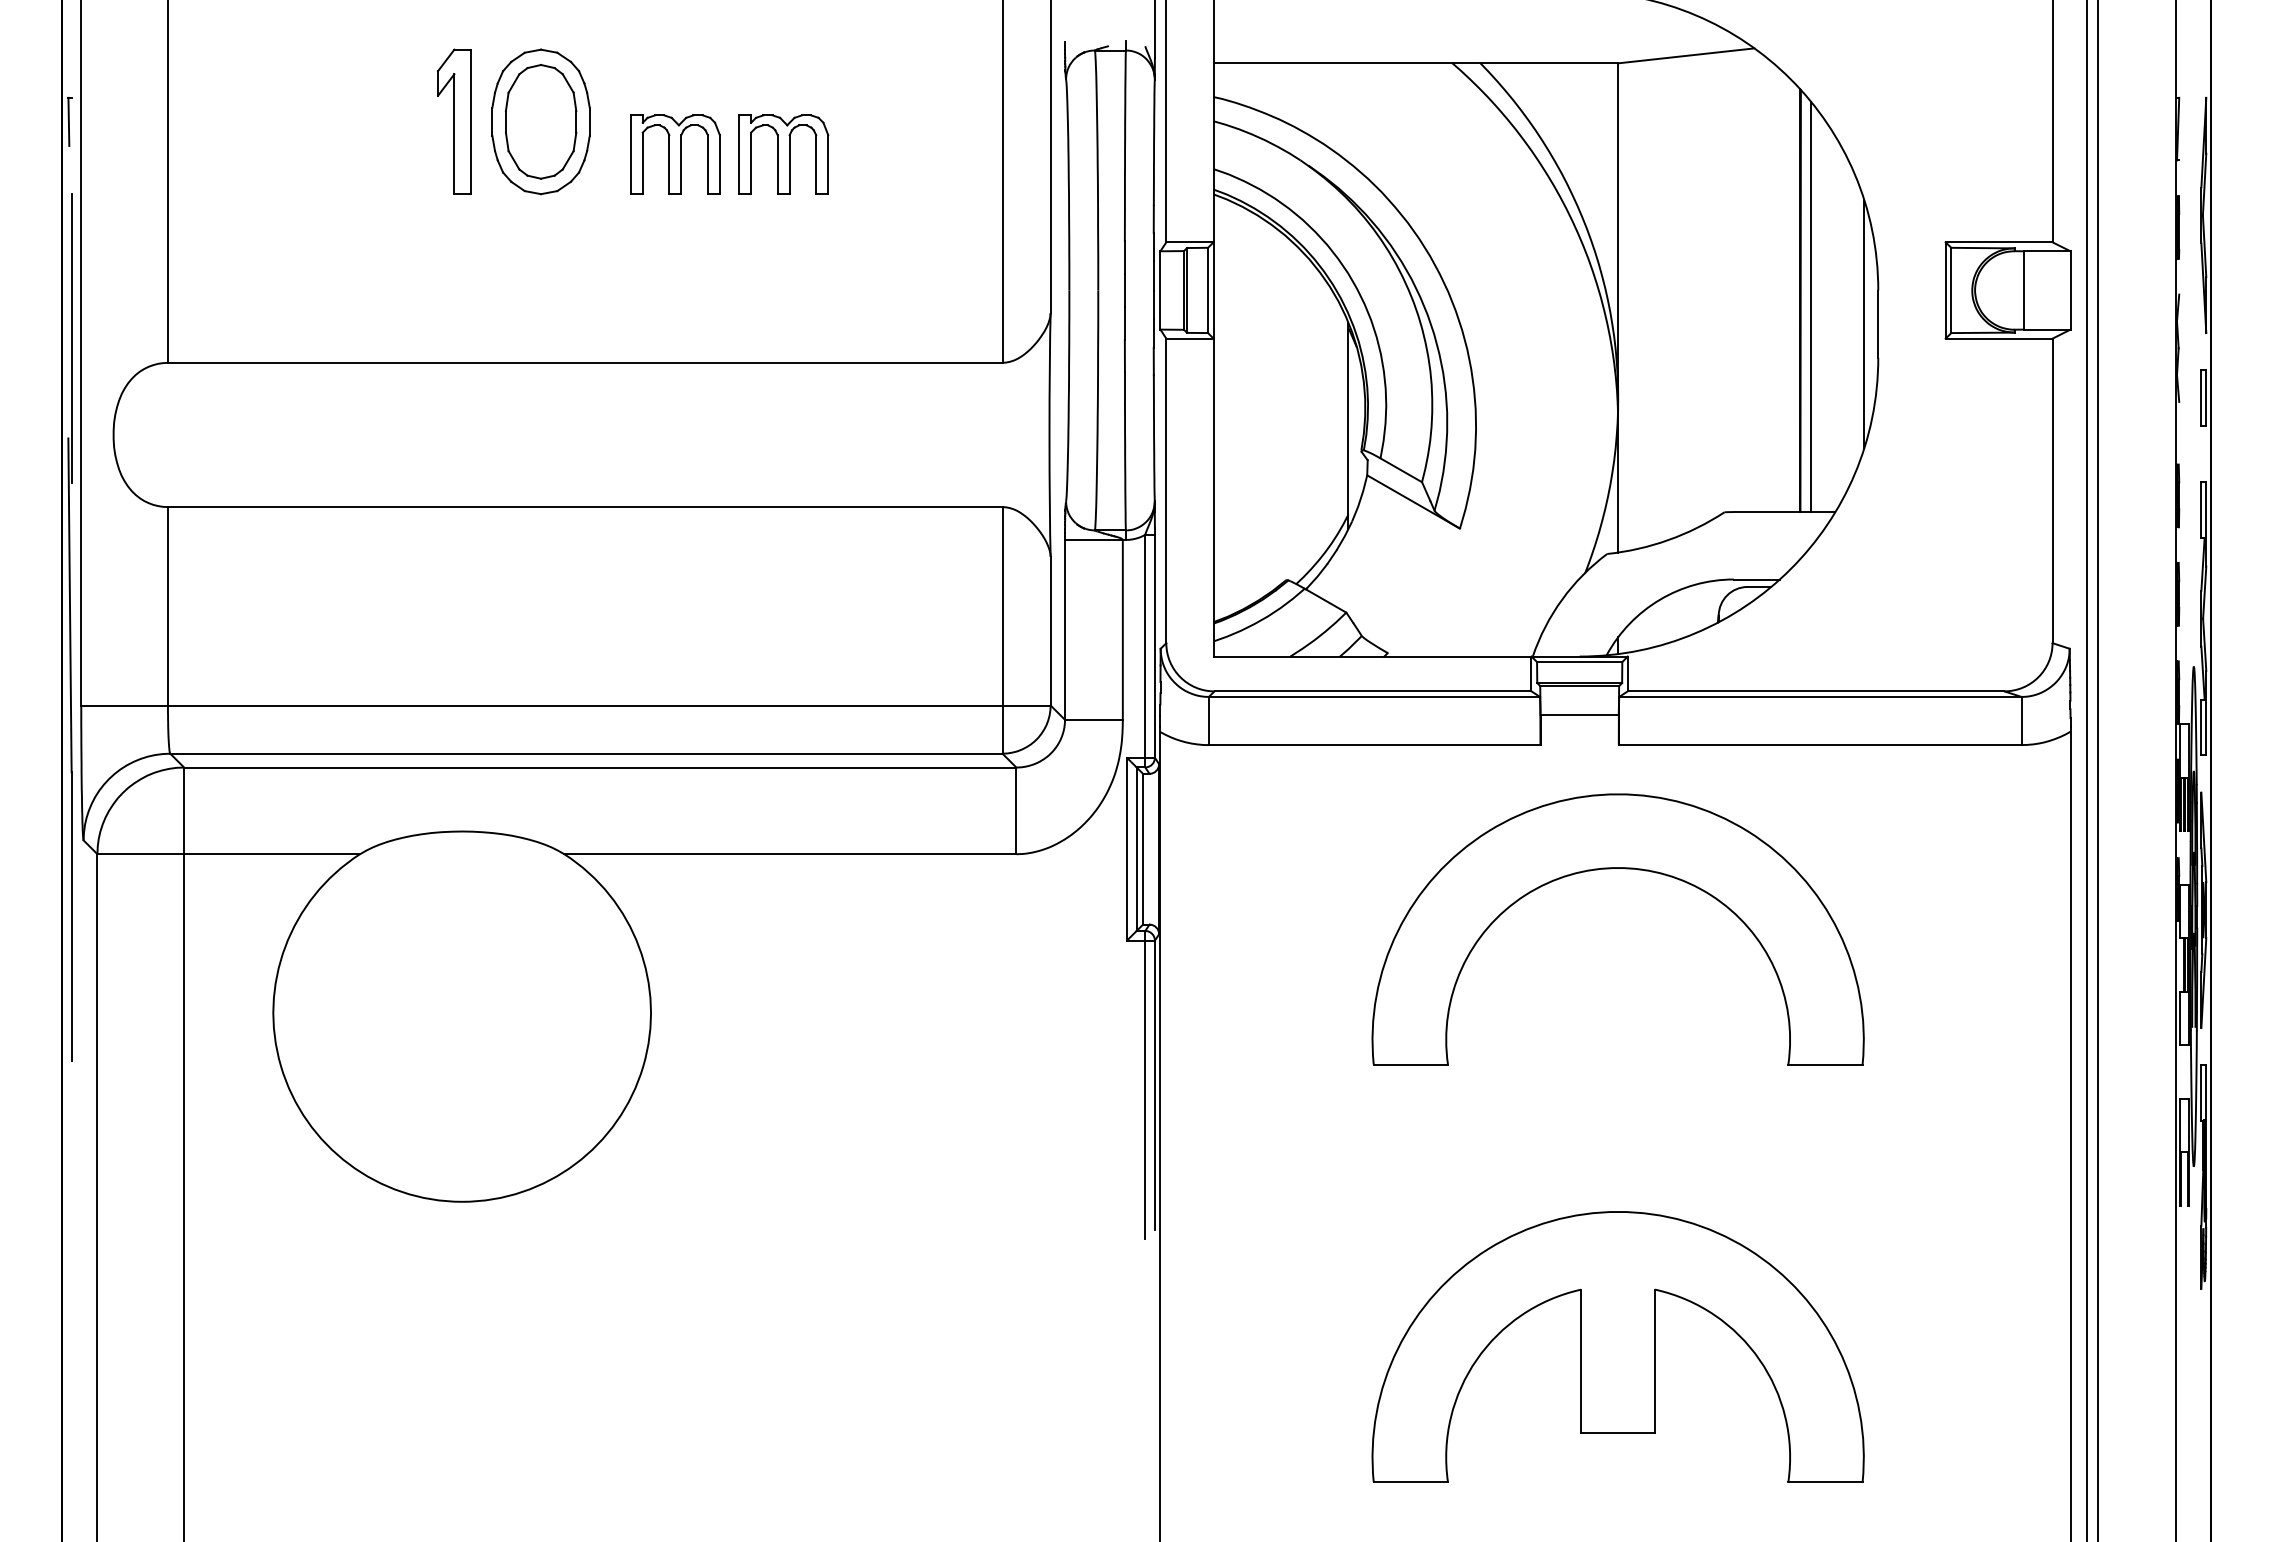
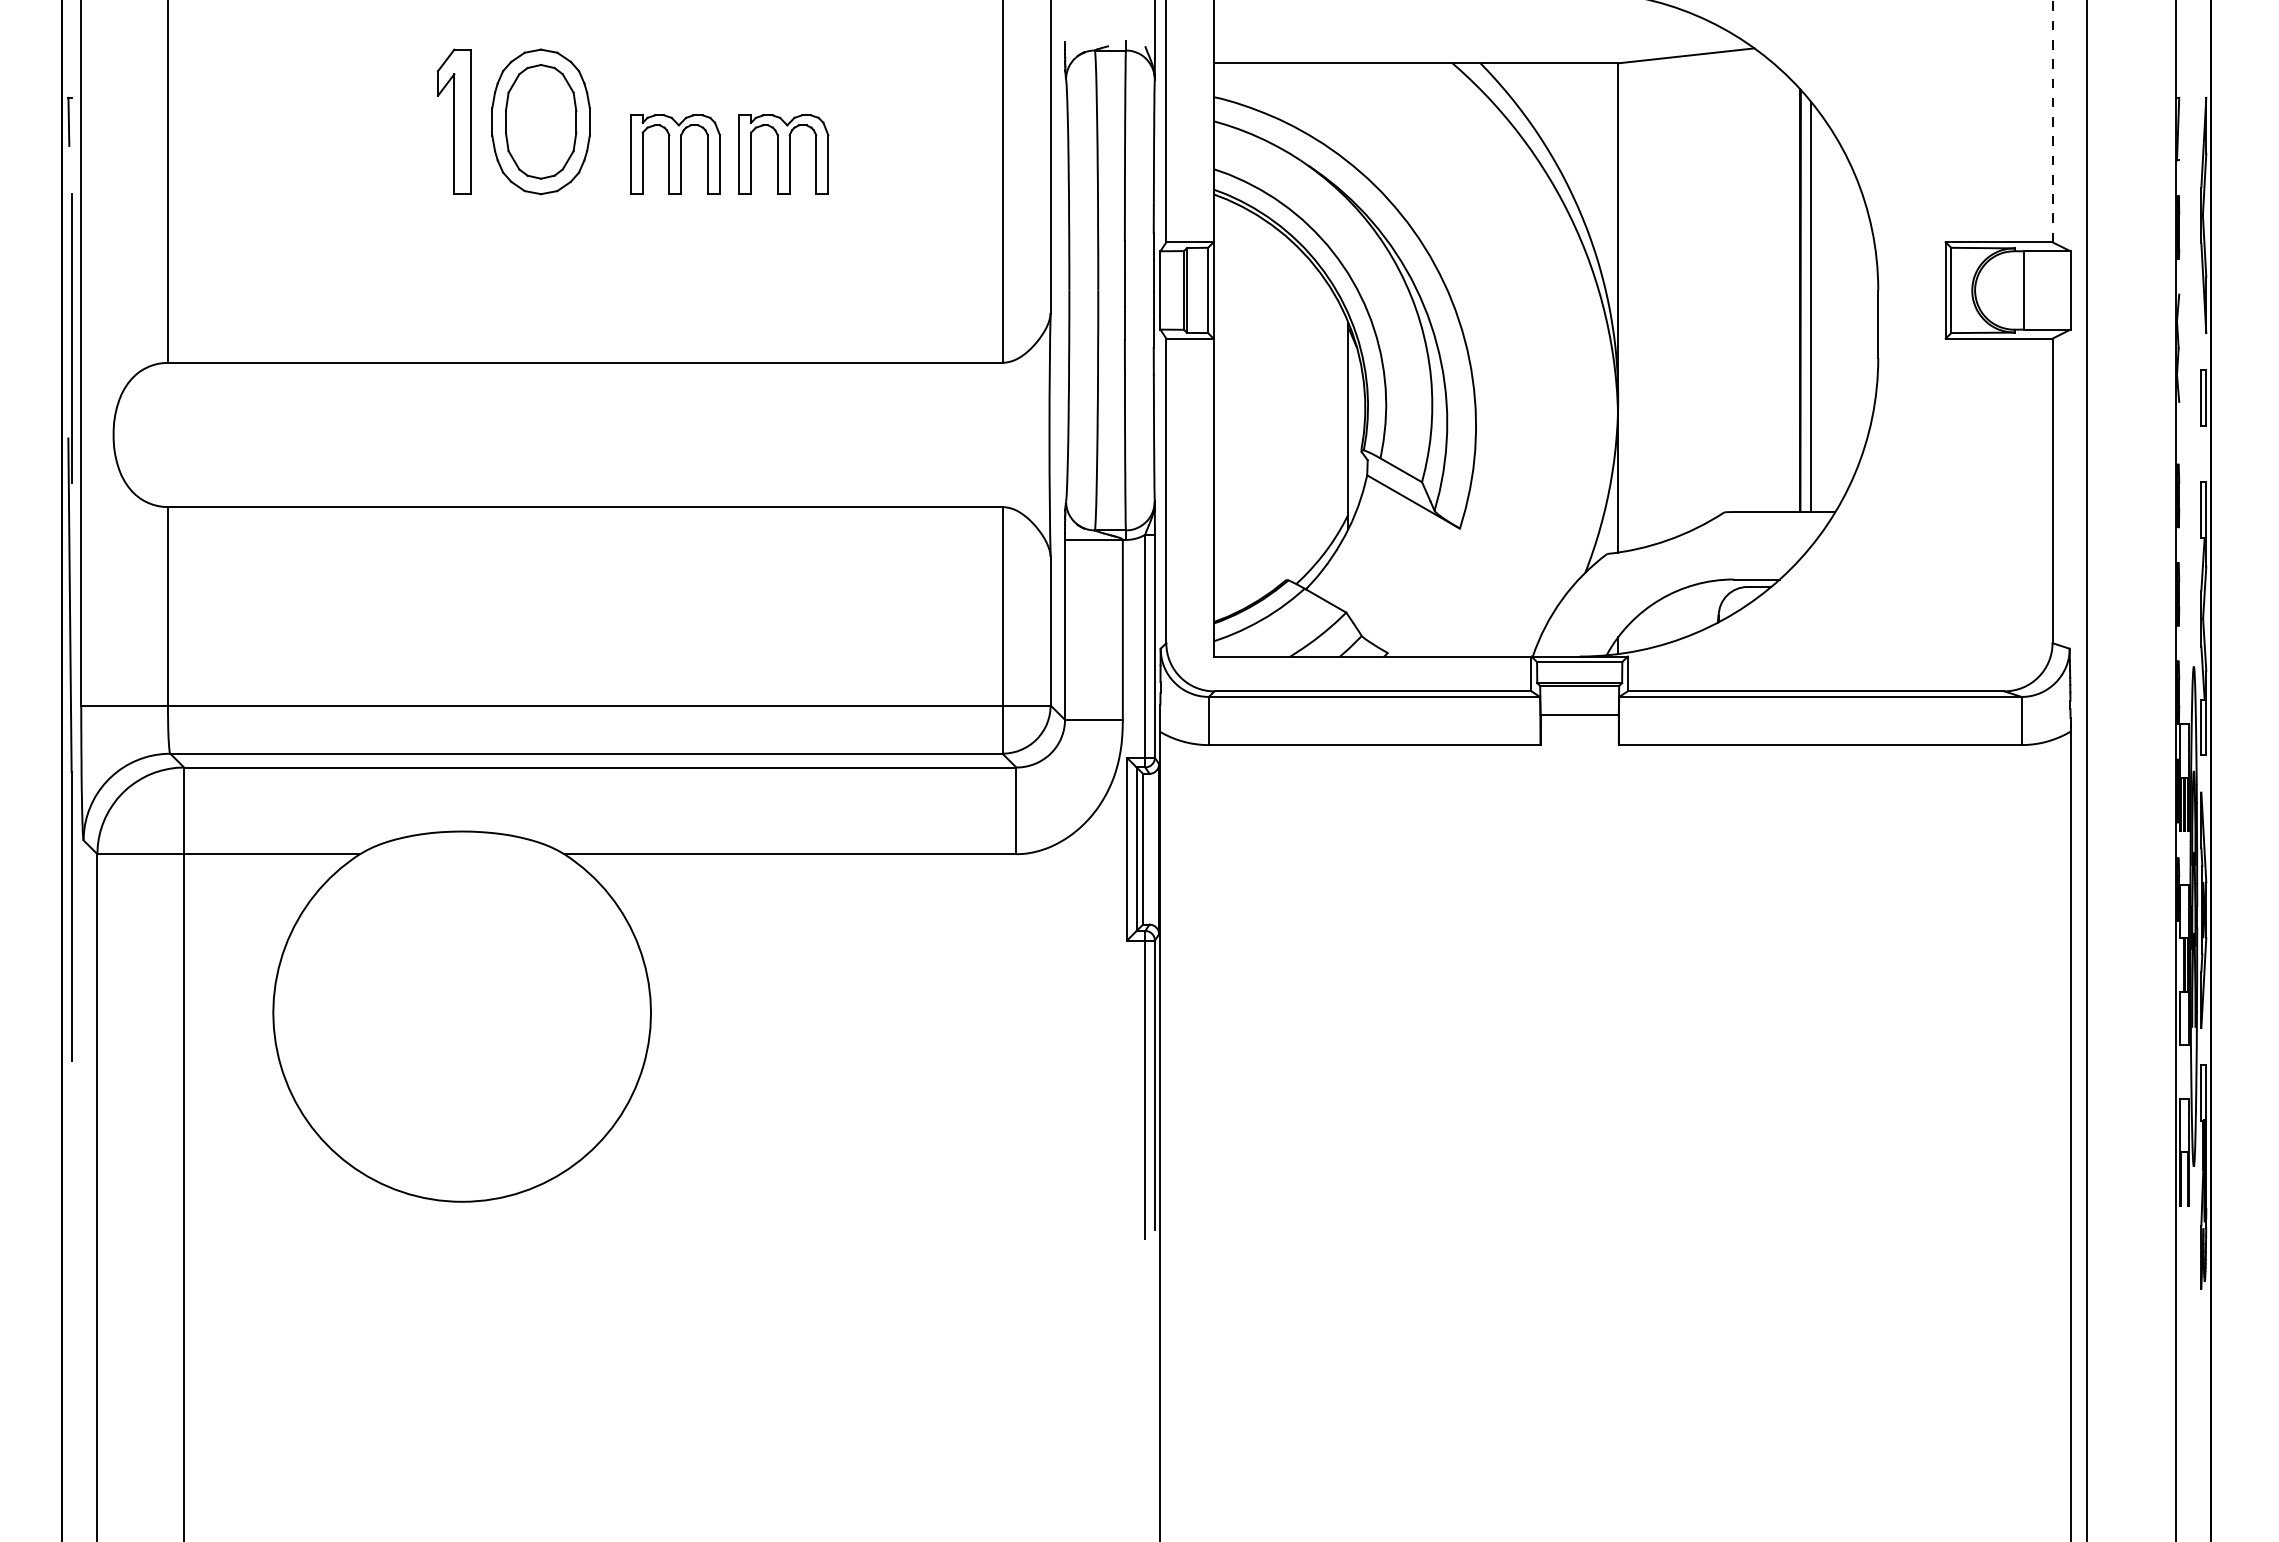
line at (2052, 121): solid -> dashed
line at (1864, 324): present -> none
line at (2097, 770): present -> none
part at (1610, 869): present -> none
part at (1617, 1346): present -> none
